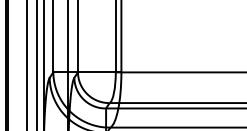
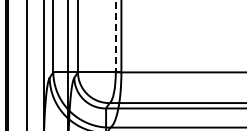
line at (115, 36): solid -> dashed
line at (37, 64): present -> none
